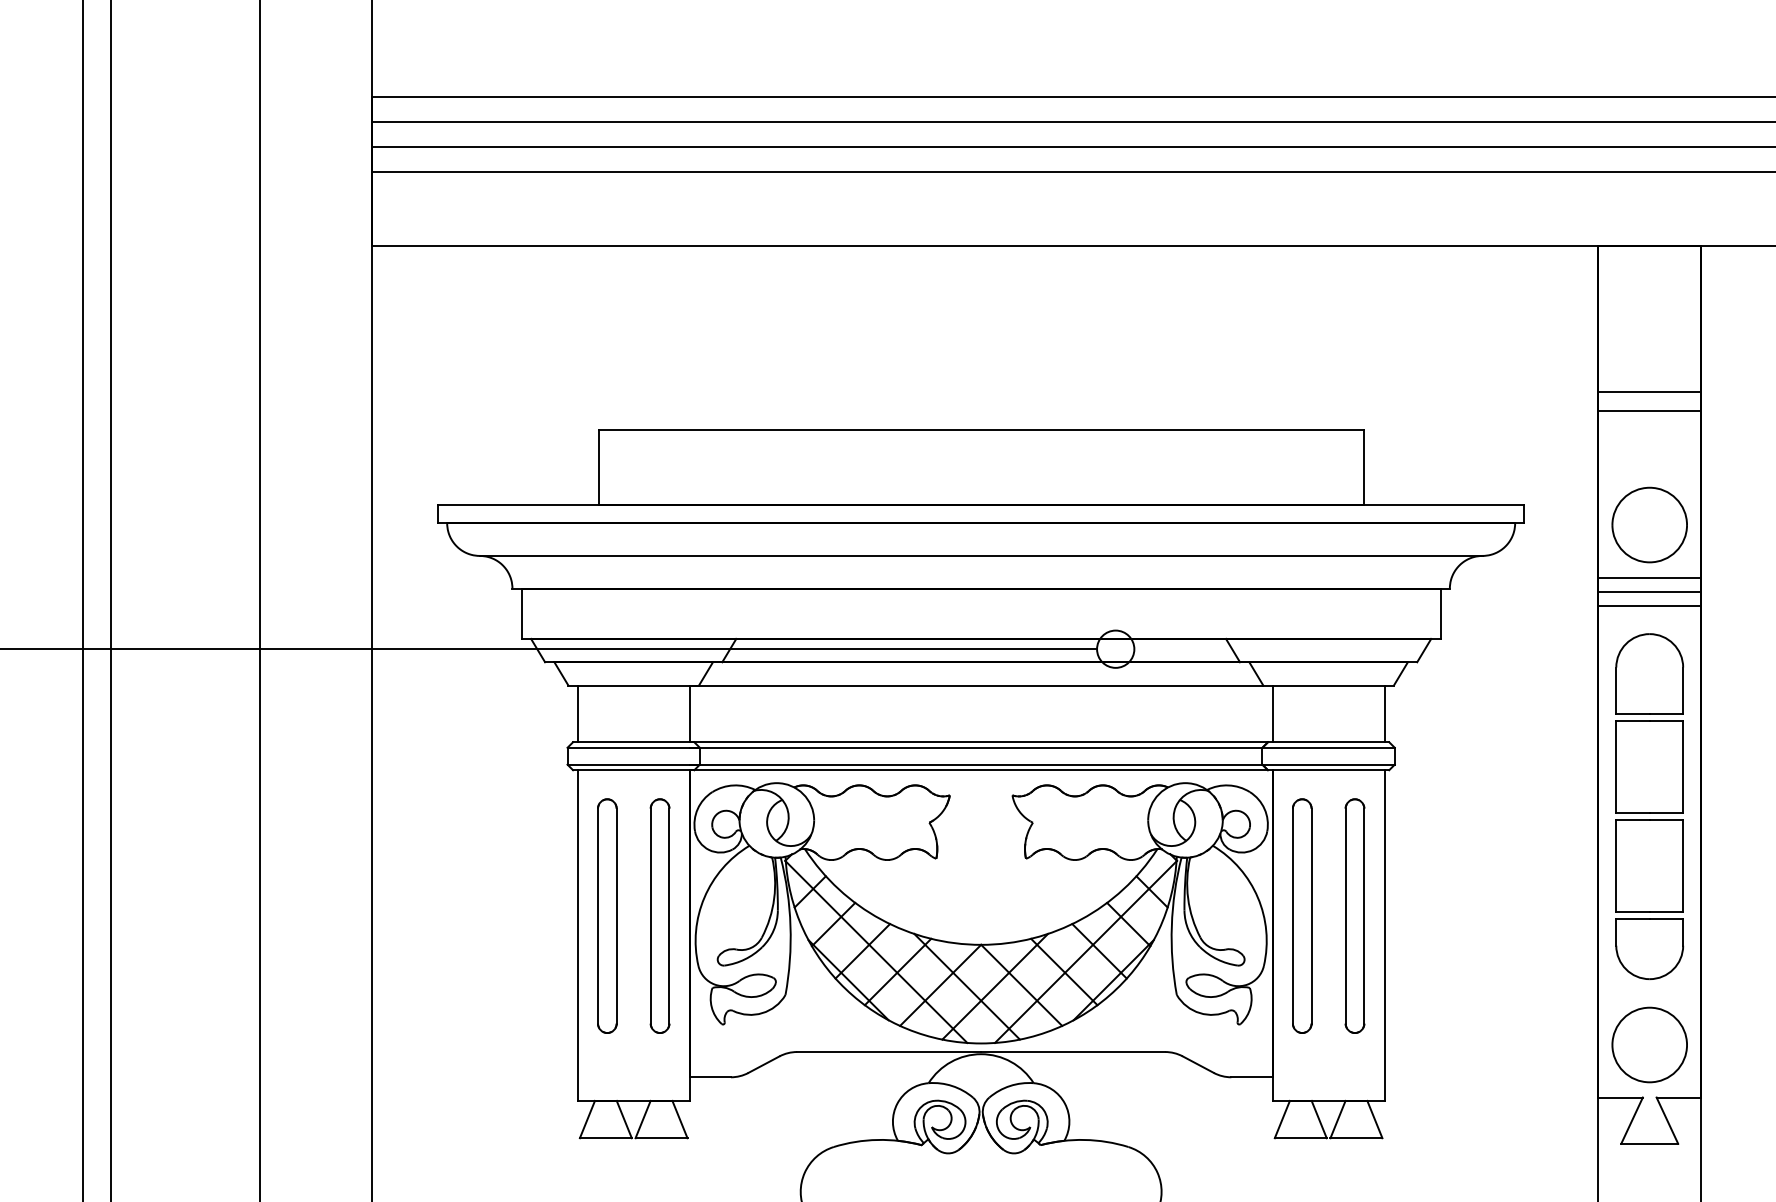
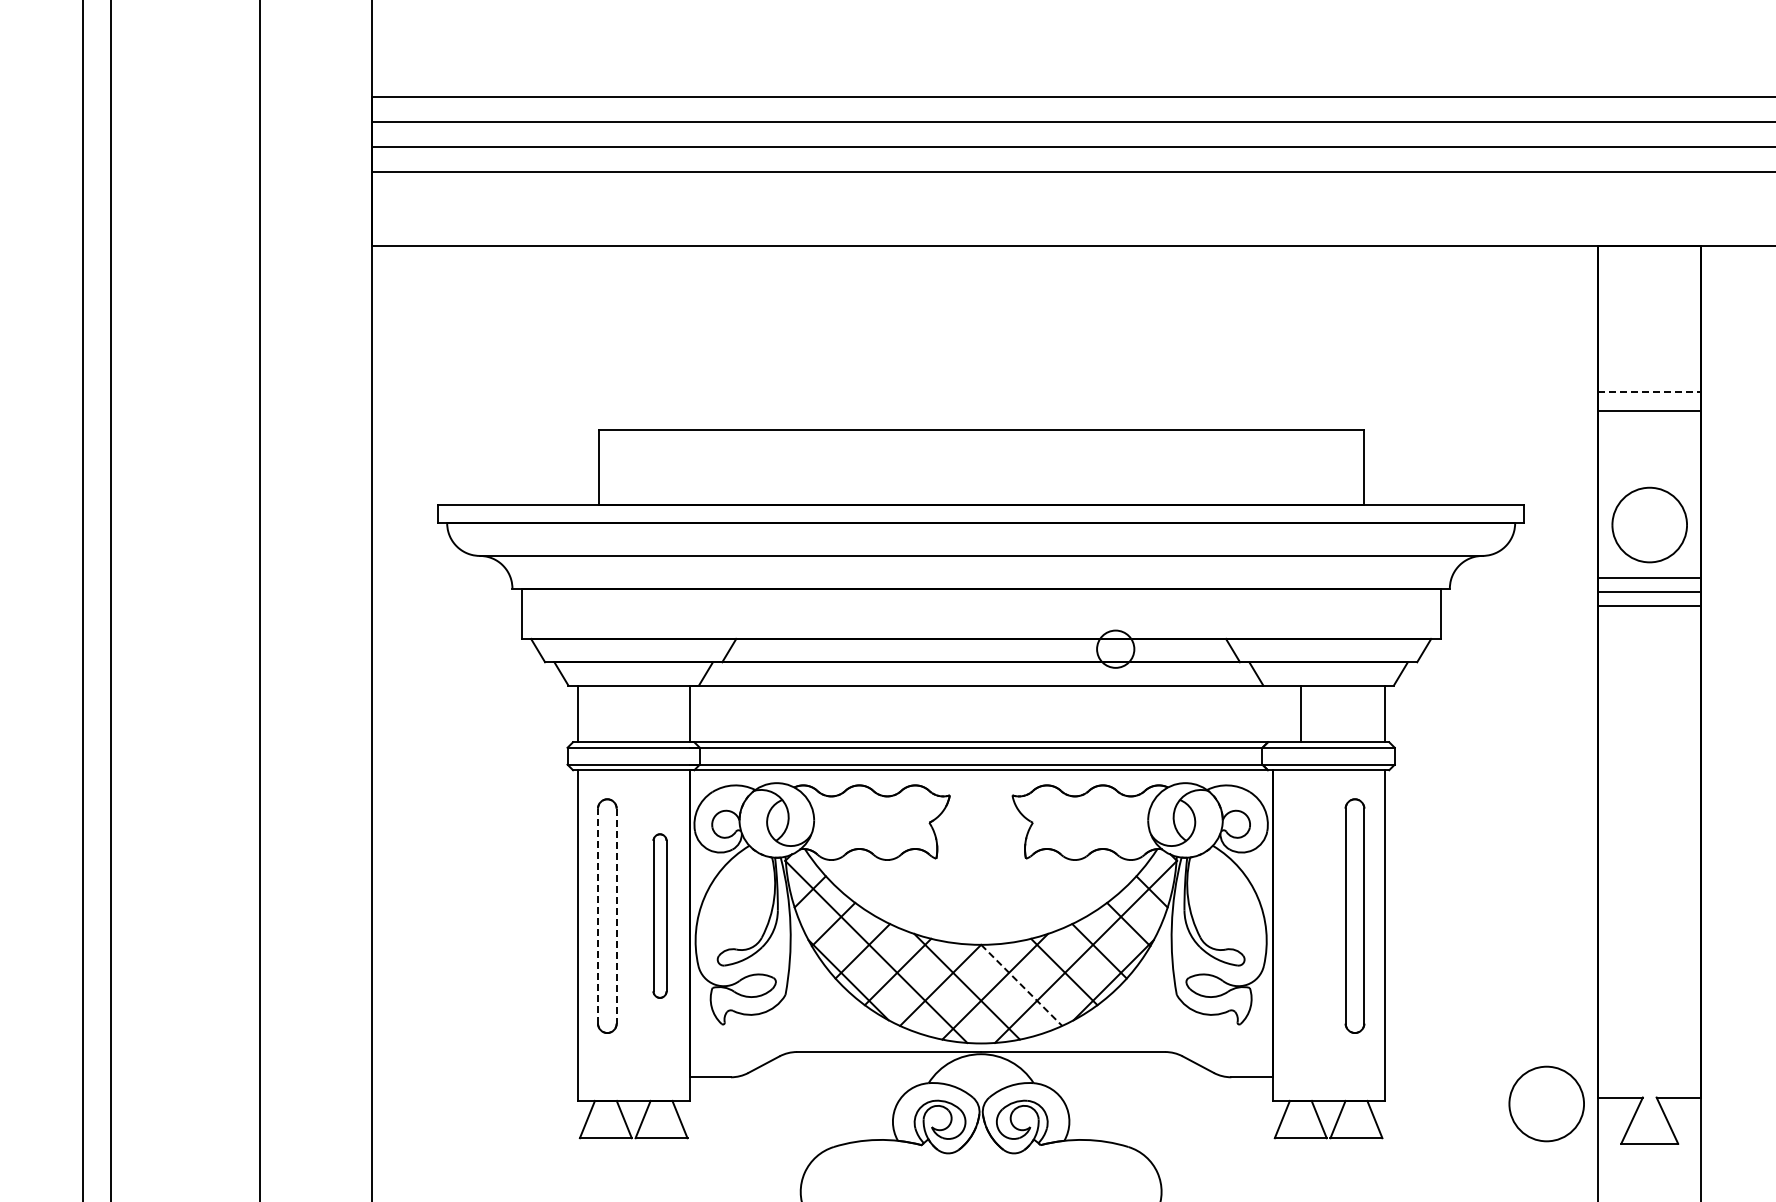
line at (1650, 391): solid -> dashed
line at (549, 649): present -> none
line at (1272, 713) position: (1272, 713) -> (1300, 713)
part at (1649, 806): present -> none
part at (659, 915) size: 22x236 px -> 16x166 px
part at (1302, 915): present -> none
line at (598, 916): solid -> dashed
line at (616, 916): solid -> dashed
line at (1022, 985): solid -> dashed
part at (1649, 1044) position: (1649, 1044) -> (1546, 1103)
